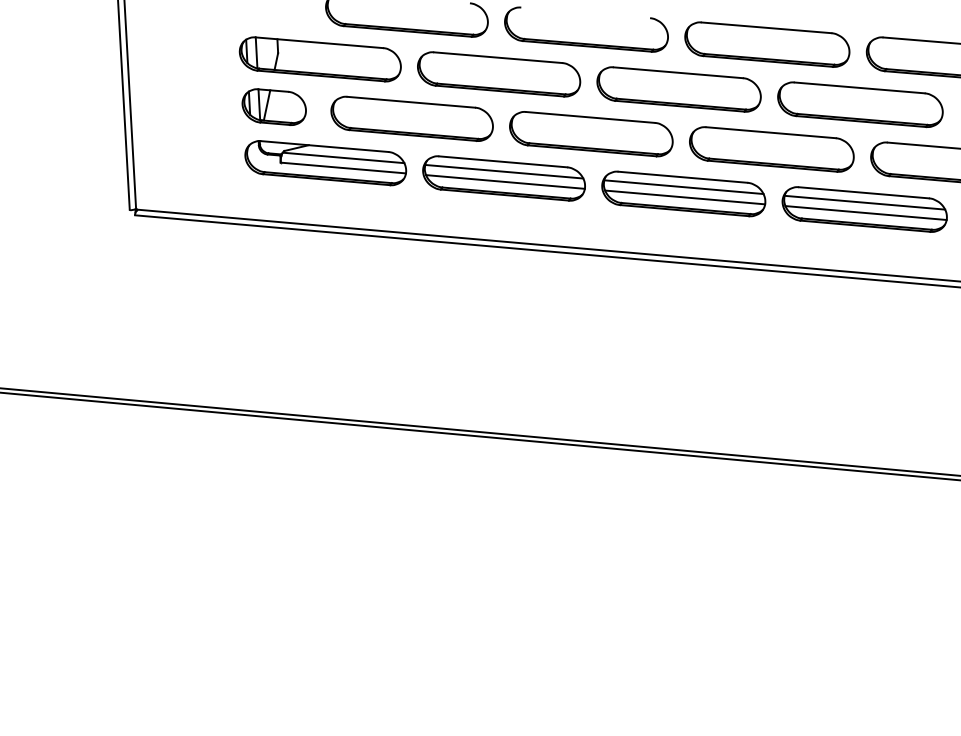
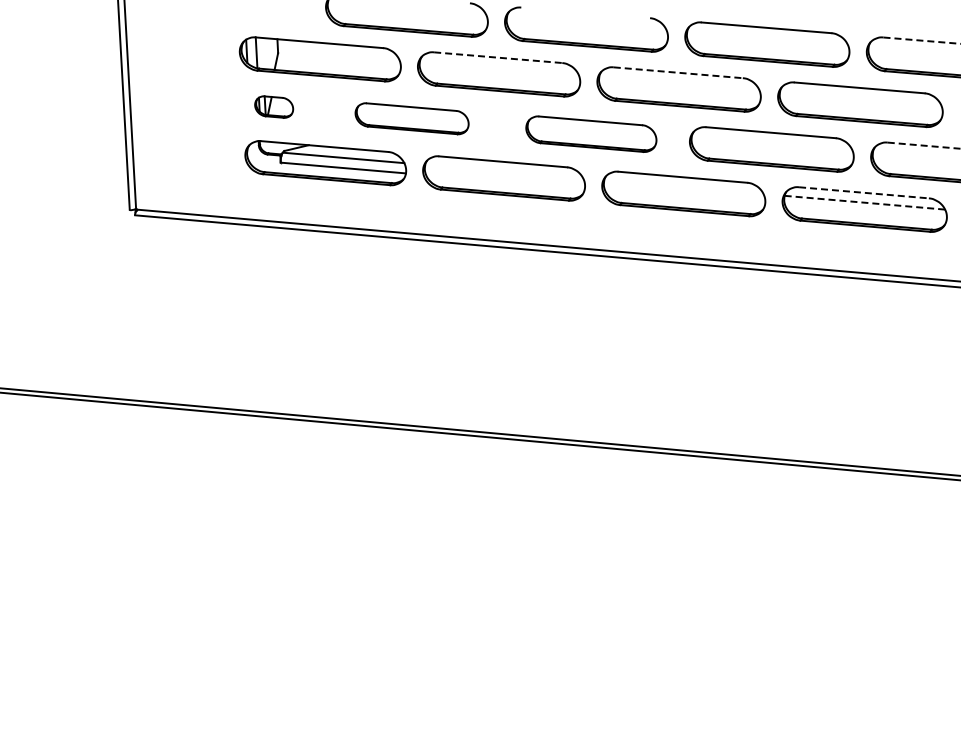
line at (922, 40): solid -> dashed
line at (498, 57): solid -> dashed
line at (678, 72): solid -> dashed
part at (273, 106) size: 66x38 px -> 41x24 px
part at (411, 118) size: 164x47 px -> 116x34 px
part at (591, 134) size: 165x47 px -> 133x38 px
line at (924, 145): solid -> dashed
line at (504, 171): present -> none
line at (505, 181): present -> none
line at (683, 187): present -> none
line at (864, 192): solid -> dashed
line at (685, 197): present -> none
line at (864, 202): solid -> dashed
line at (865, 213): present -> none
